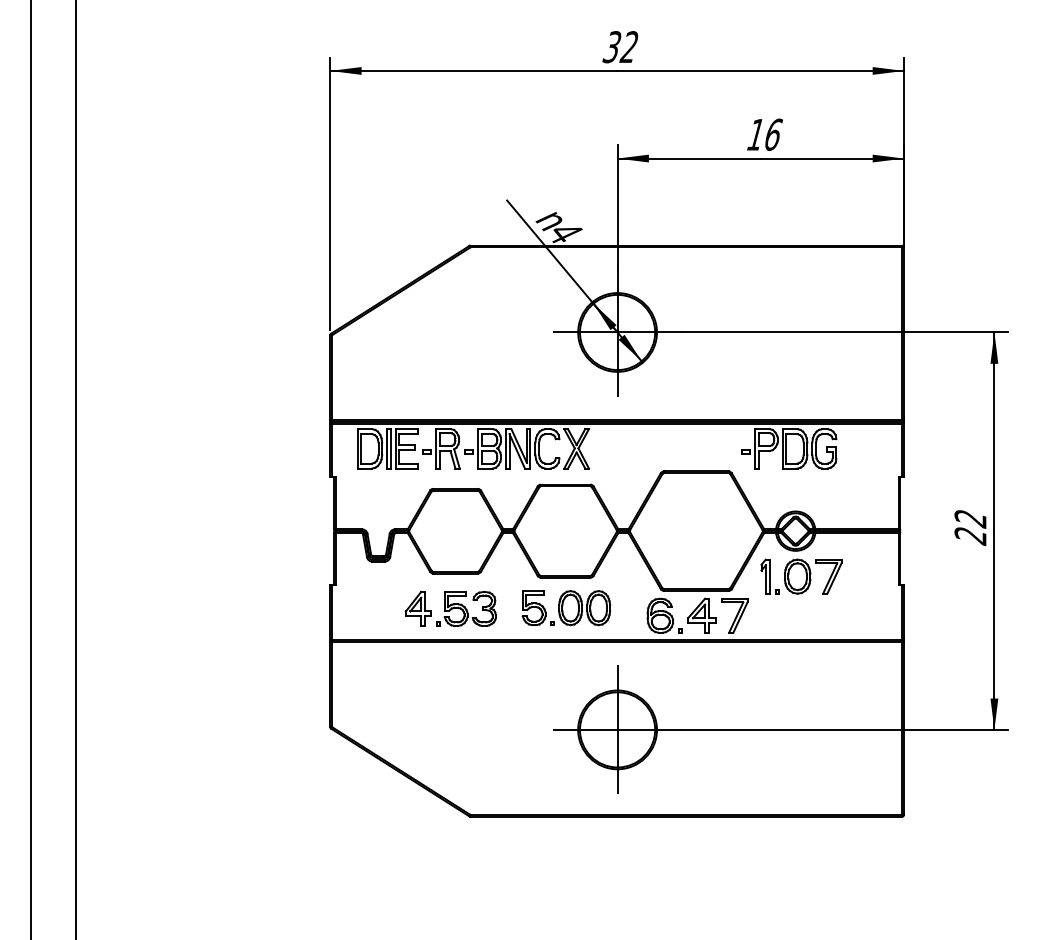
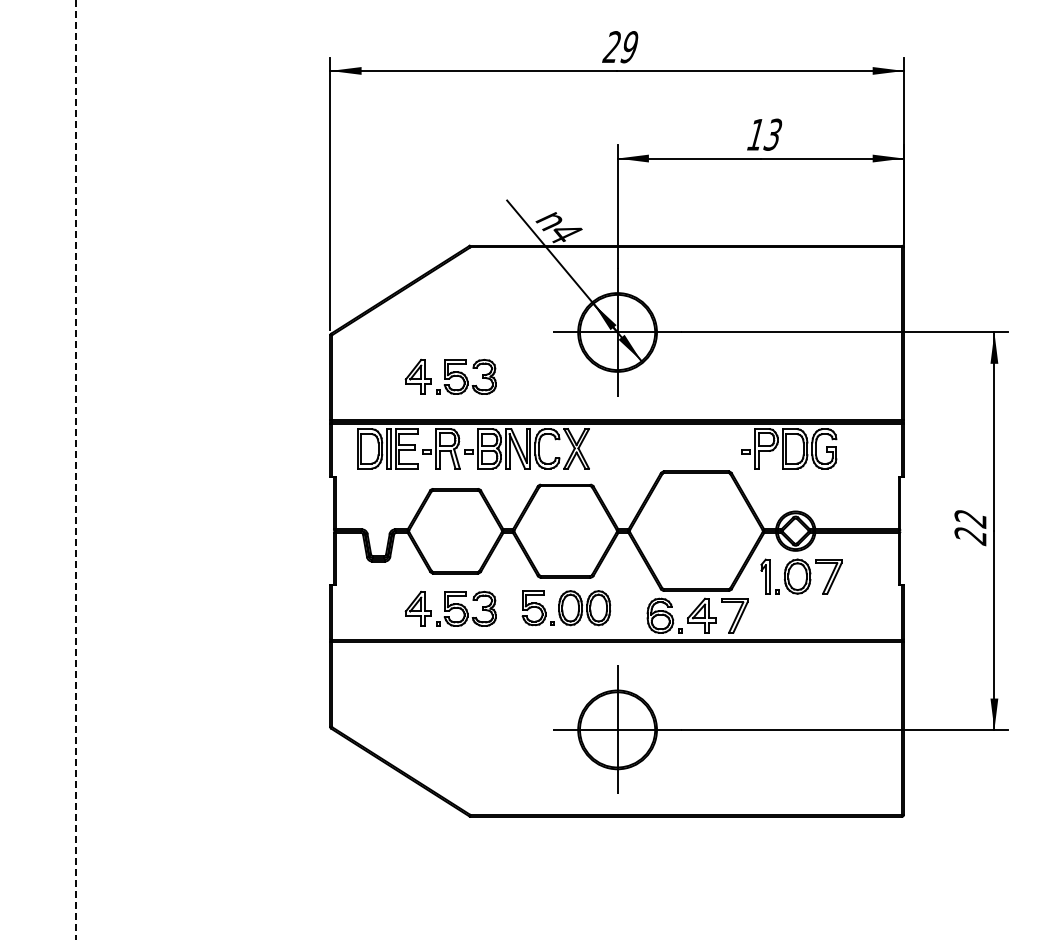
text at (620, 47): 32 -> 29
text at (772, 134): 16 -> 13
part at (450, 376): none -> present
line at (31, 469): present -> none
line at (75, 469): solid -> dashed
